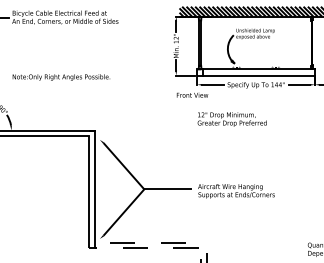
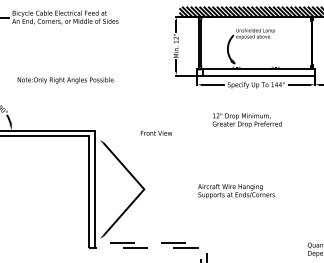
text at (61, 77) position: (61, 77) -> (66, 80)
text at (192, 94) position: (192, 94) -> (156, 132)
text at (231, 119) position: (231, 119) -> (246, 120)
line at (167, 189): present -> none
